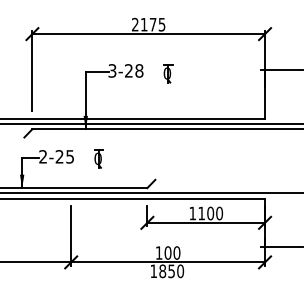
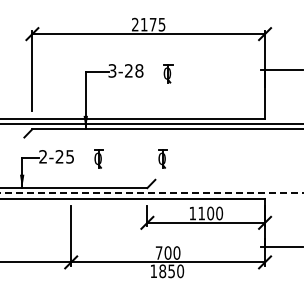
part at (162, 158): none -> present
line at (152, 193): solid -> dashed
text at (158, 252): 100 -> 700
